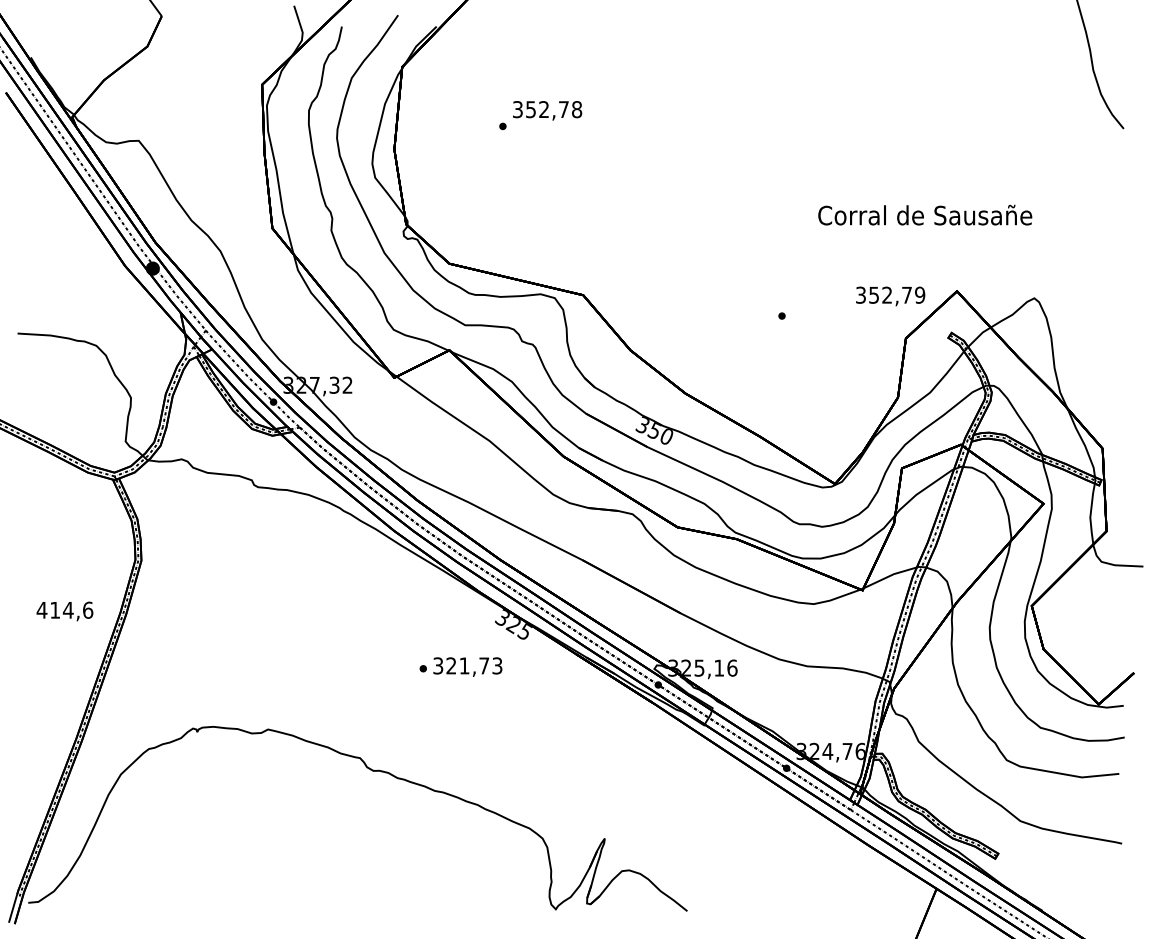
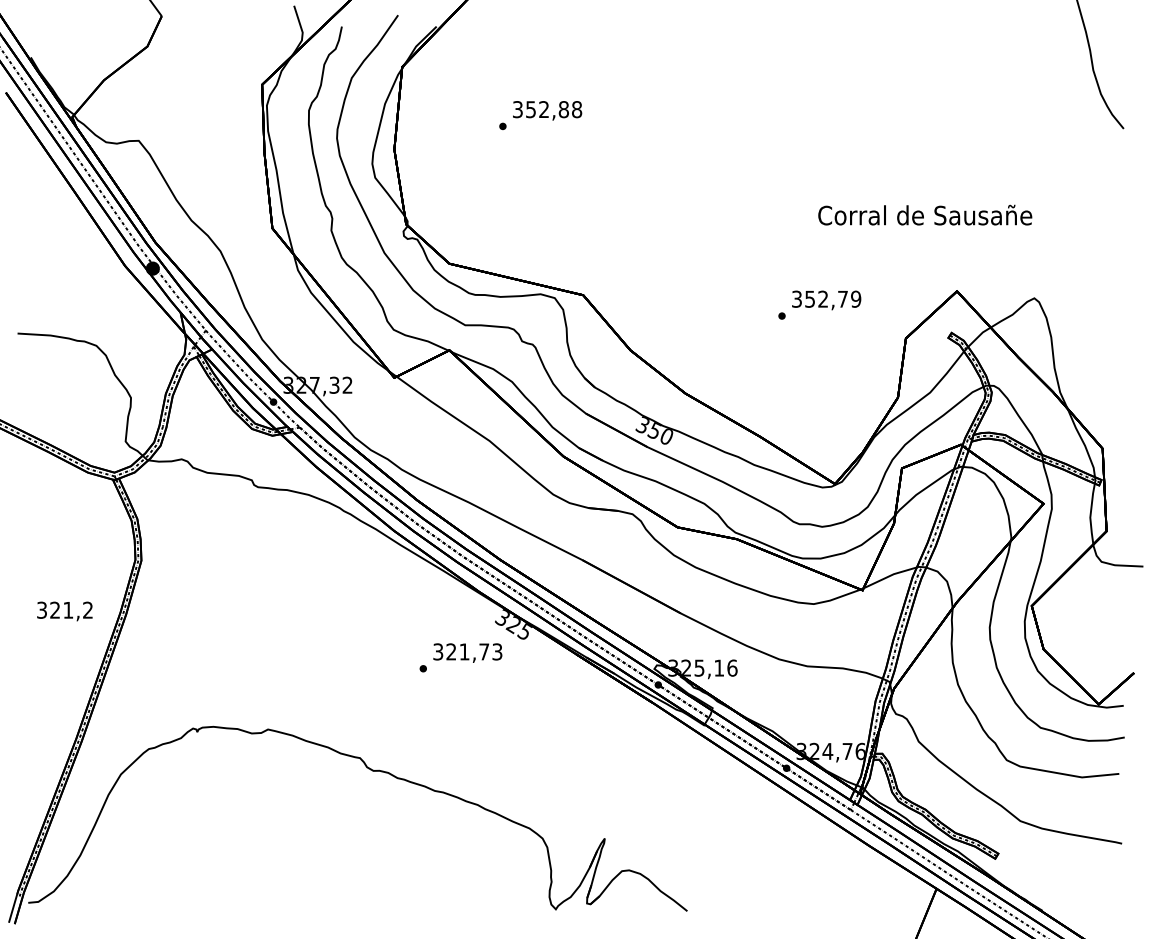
text at (563, 109): 352,78 -> 352,88
text at (890, 296) position: (890, 296) -> (826, 300)
text at (64, 609): 414,6 -> 321,2
text at (467, 666) position: (467, 666) -> (467, 652)
